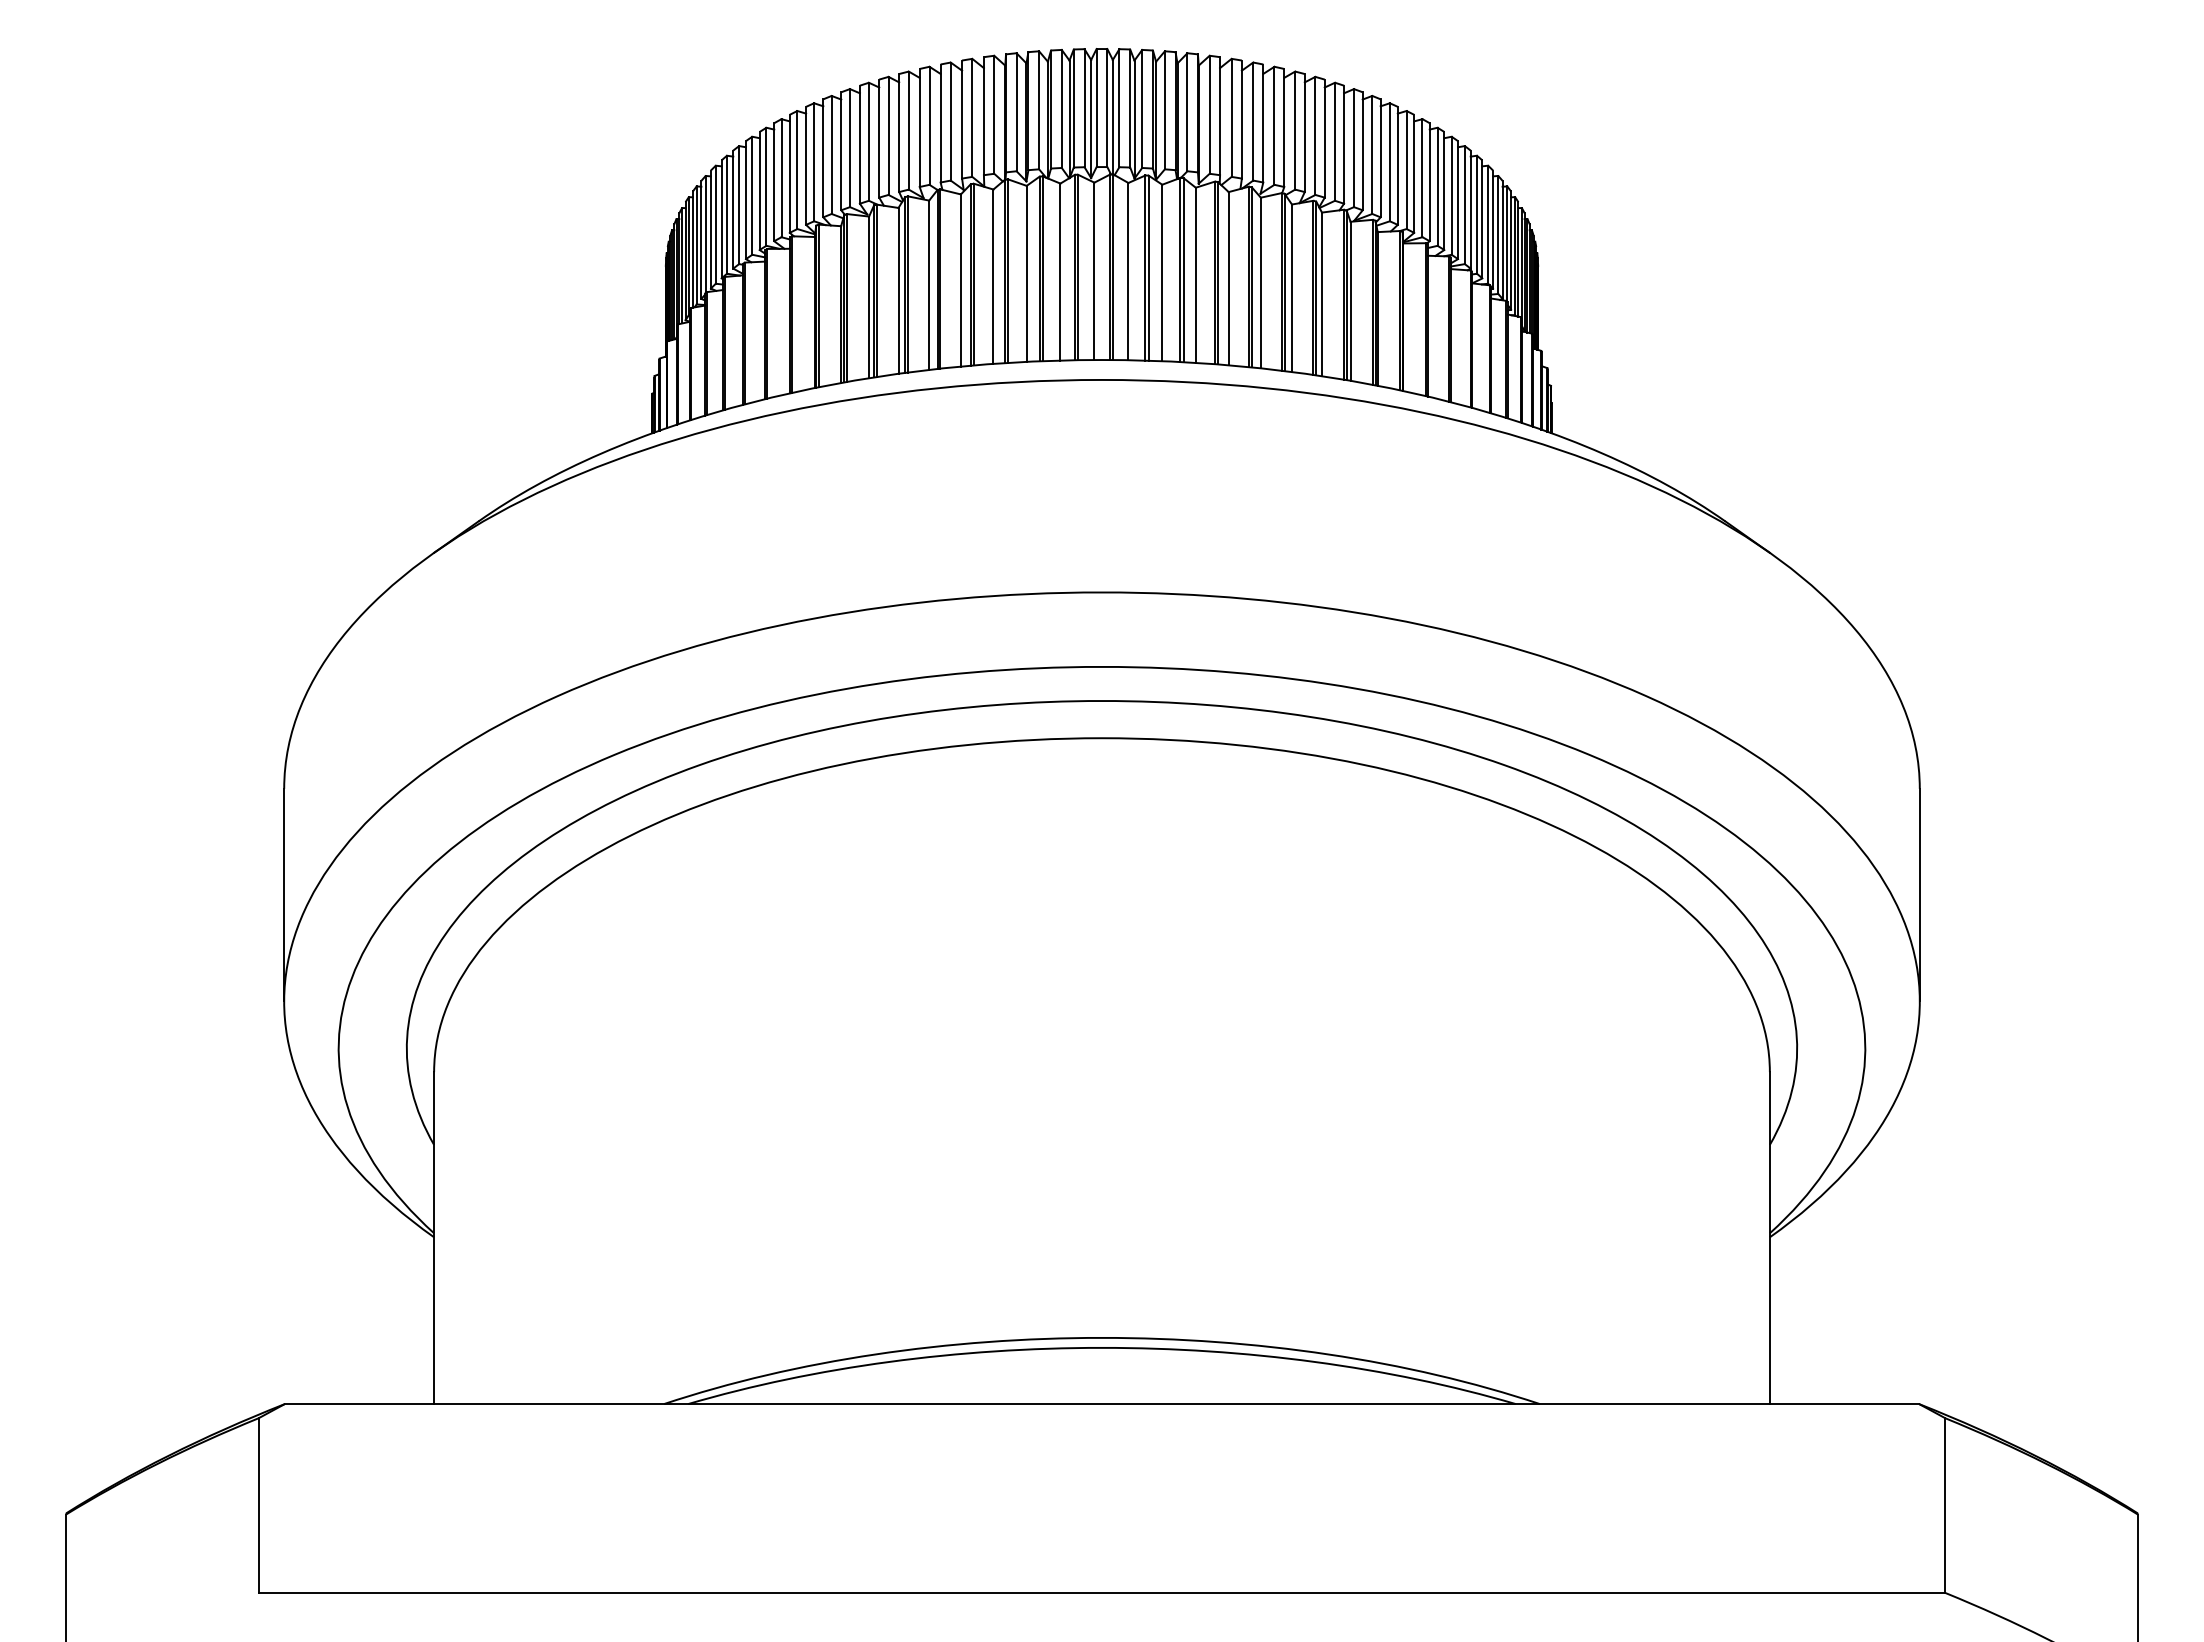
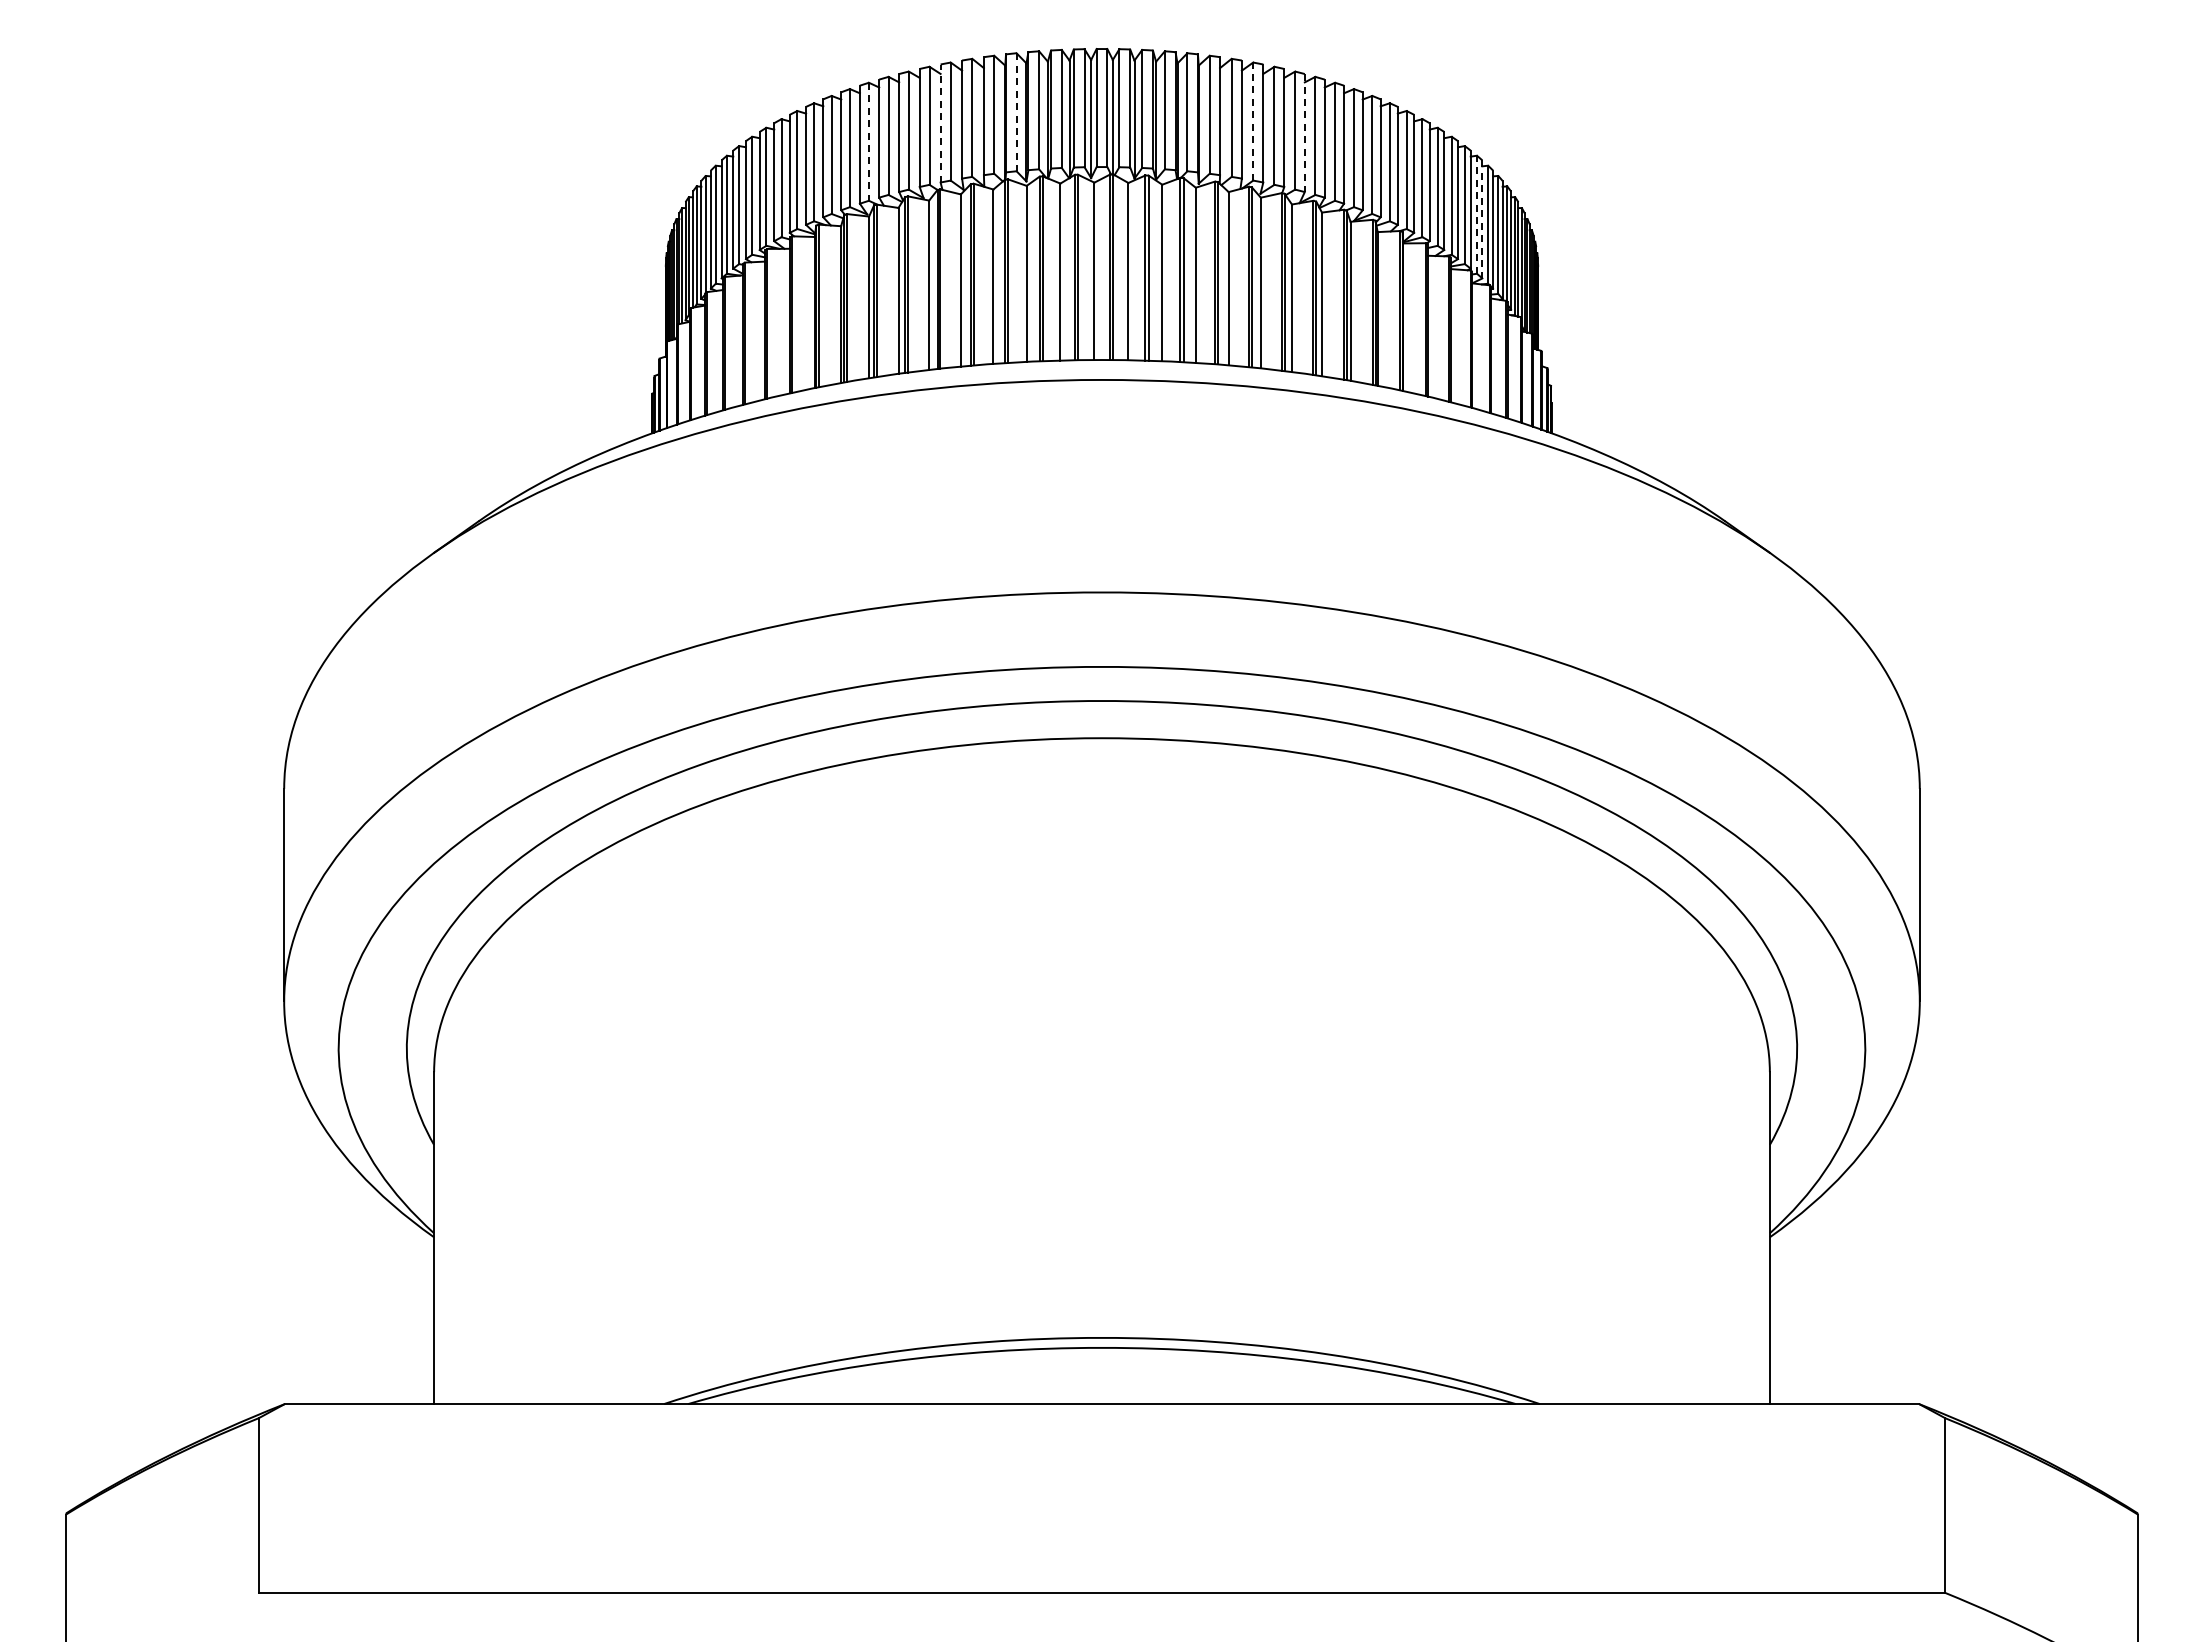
line at (1016, 112): solid -> dashed
line at (1253, 121): solid -> dashed
line at (940, 123): solid -> dashed
line at (1304, 133): solid -> dashed
line at (868, 142): solid -> dashed
line at (1476, 214): solid -> dashed
line at (1482, 219): solid -> dashed
